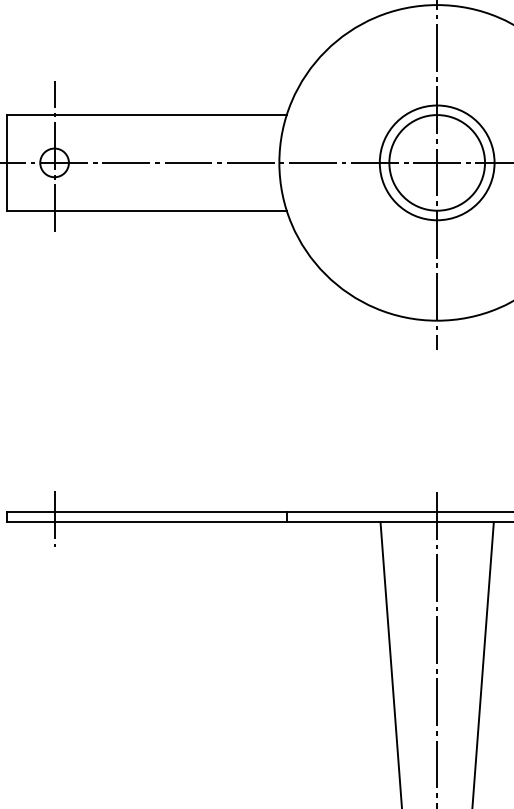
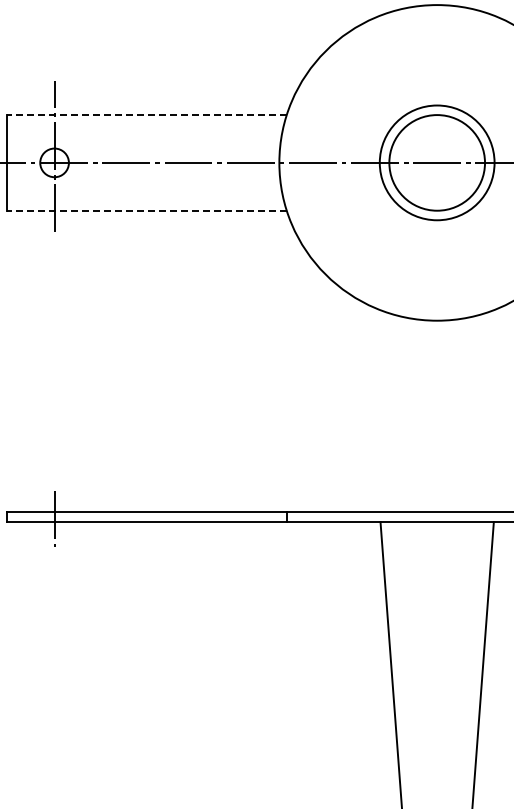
line at (146, 115): solid -> dashed
line at (437, 175): present -> none
line at (146, 210): solid -> dashed
line at (437, 648): present -> none
